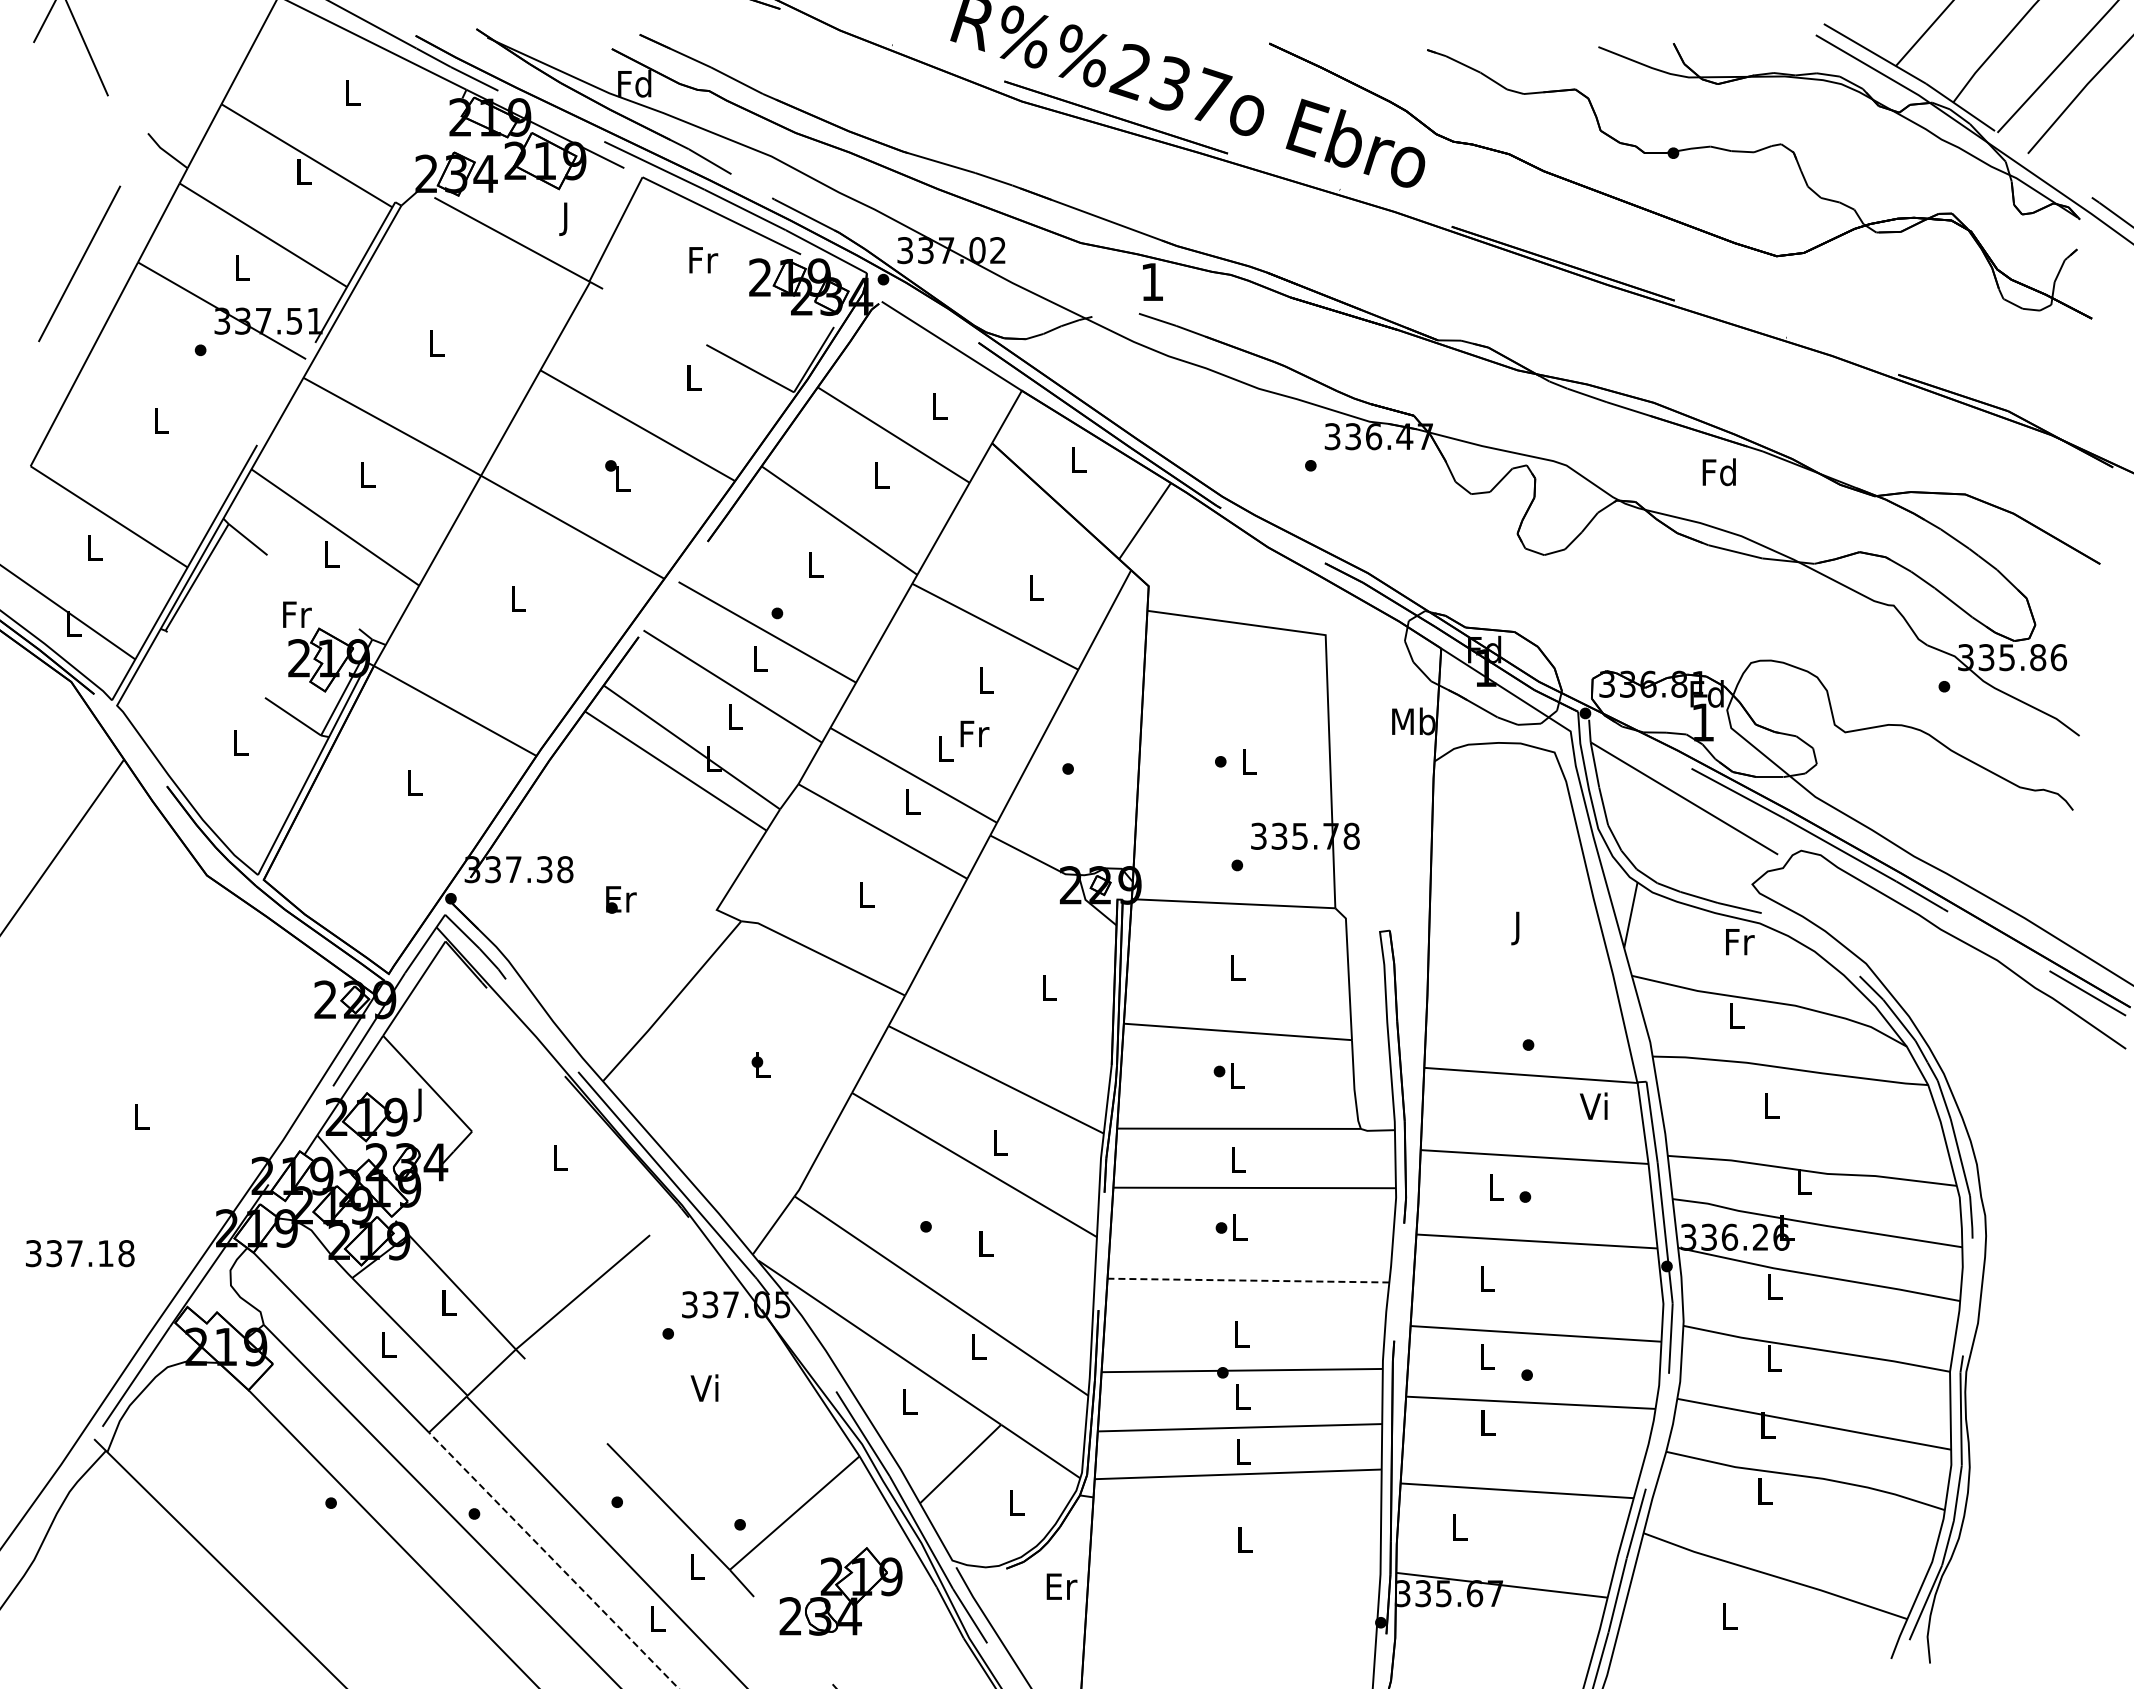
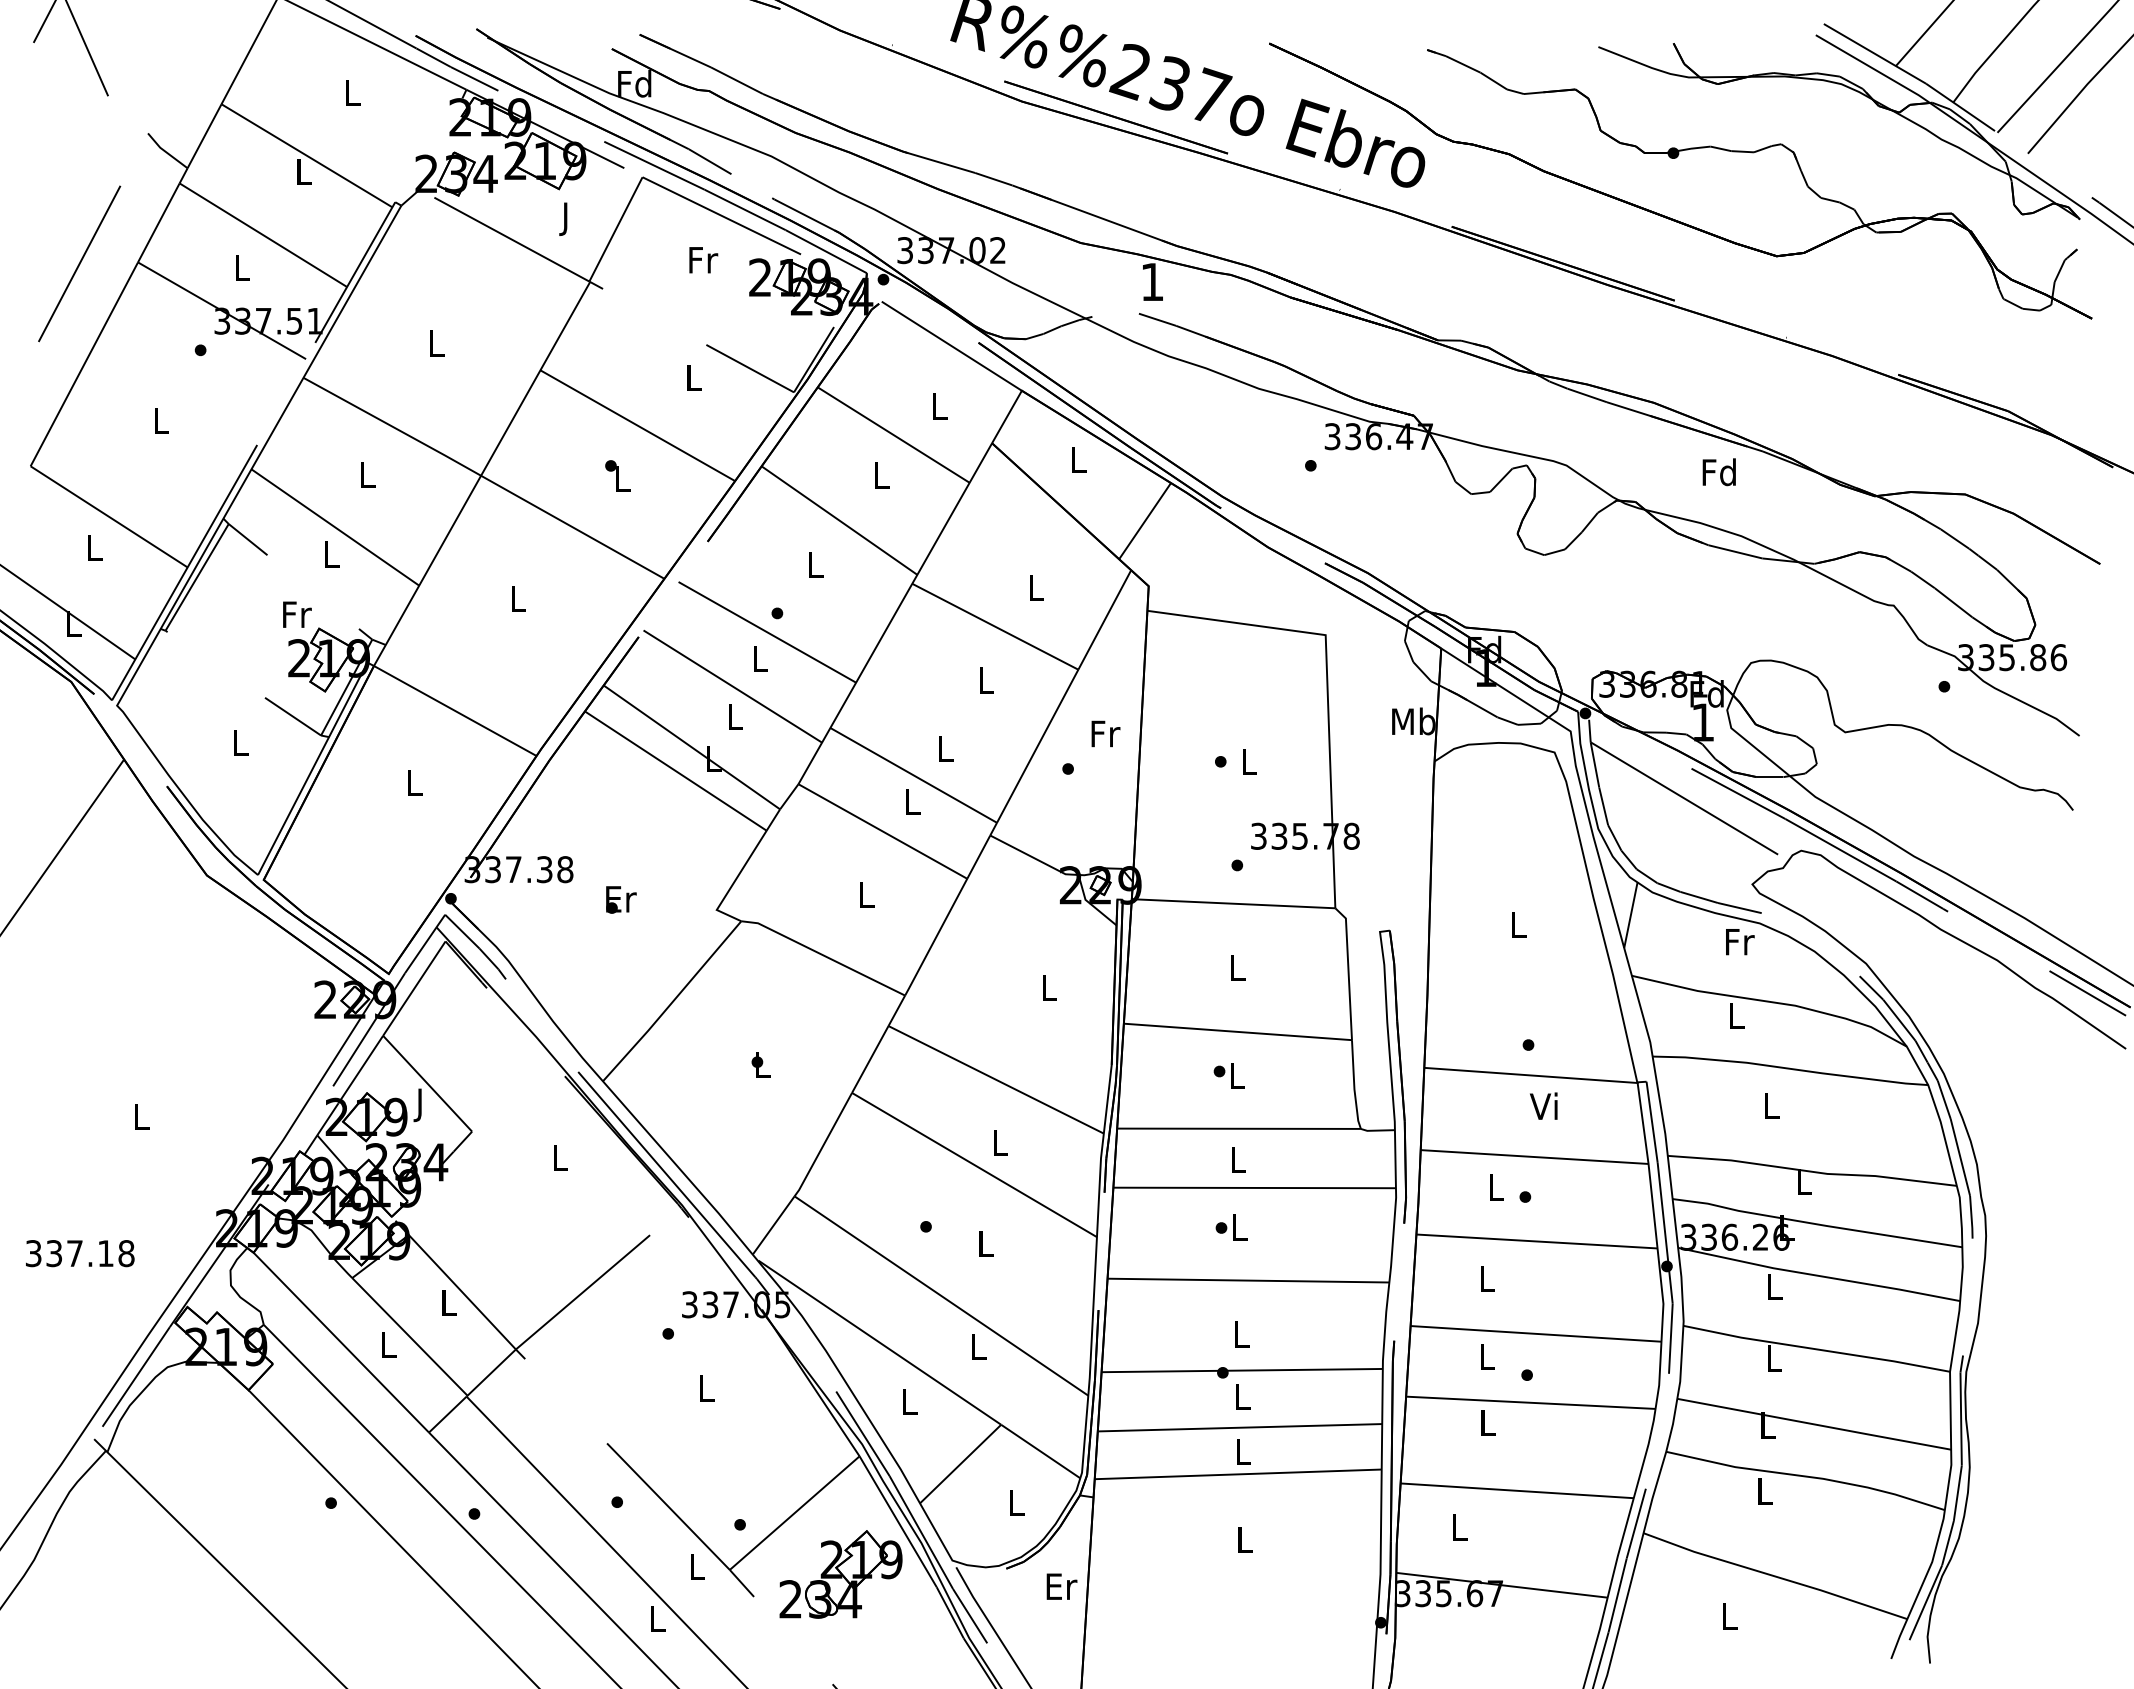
text at (974, 733) position: (974, 733) -> (1105, 733)
text at (1518, 928): J -> L
text at (1593, 1105) position: (1593, 1105) -> (1543, 1105)
line at (1248, 1280): dashed -> solid
text at (704, 1387): Vi -> L
line at (553, 1560): dashed -> solid
part at (840, 1591) position: (840, 1591) -> (840, 1574)
